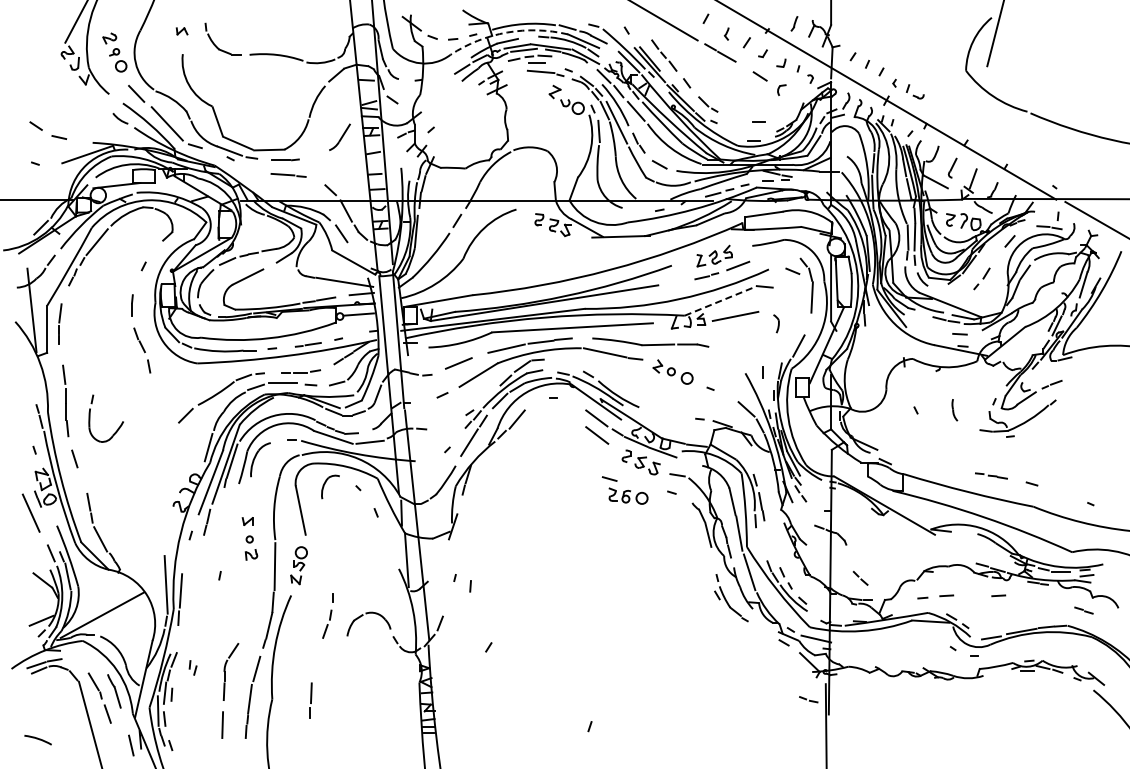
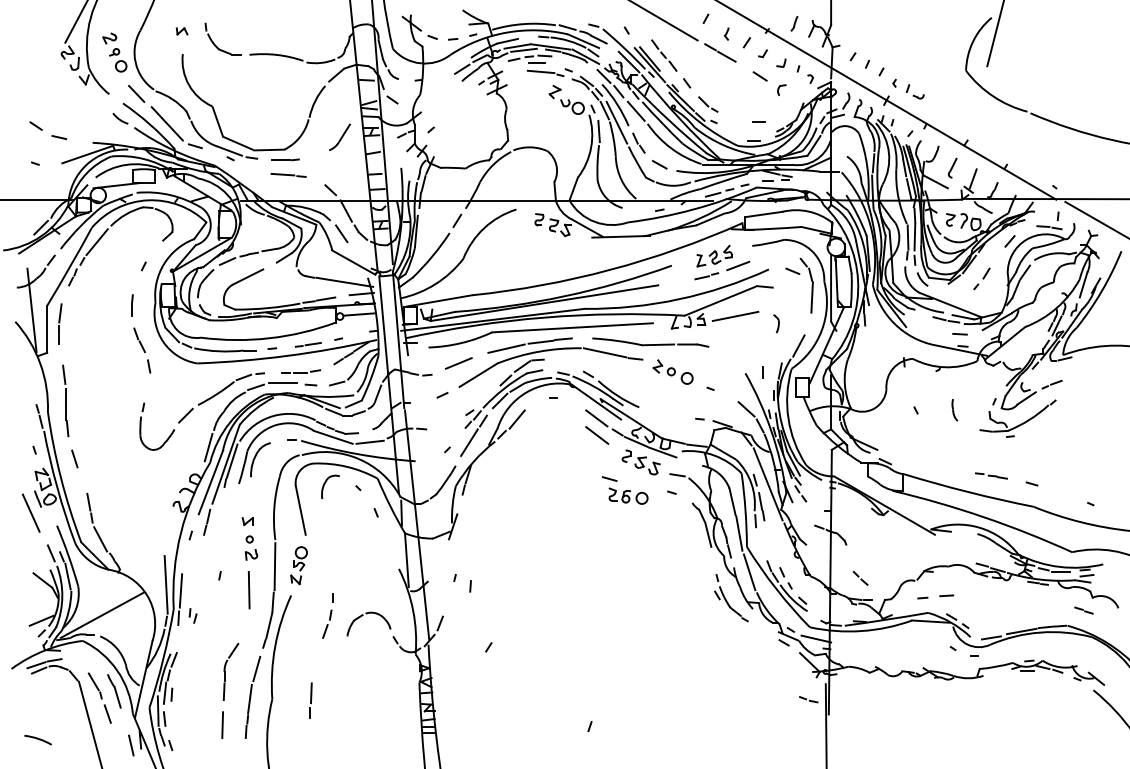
arc at (507, 32): dashed -> solid
line at (720, 301): dashed -> solid
part at (90, 418) position: (90, 418) -> (141, 426)
line at (767, 484): none -> present
line at (248, 589): none -> present
line at (998, 595): present -> none
part at (192, 667) position: (192, 667) -> (192, 615)
